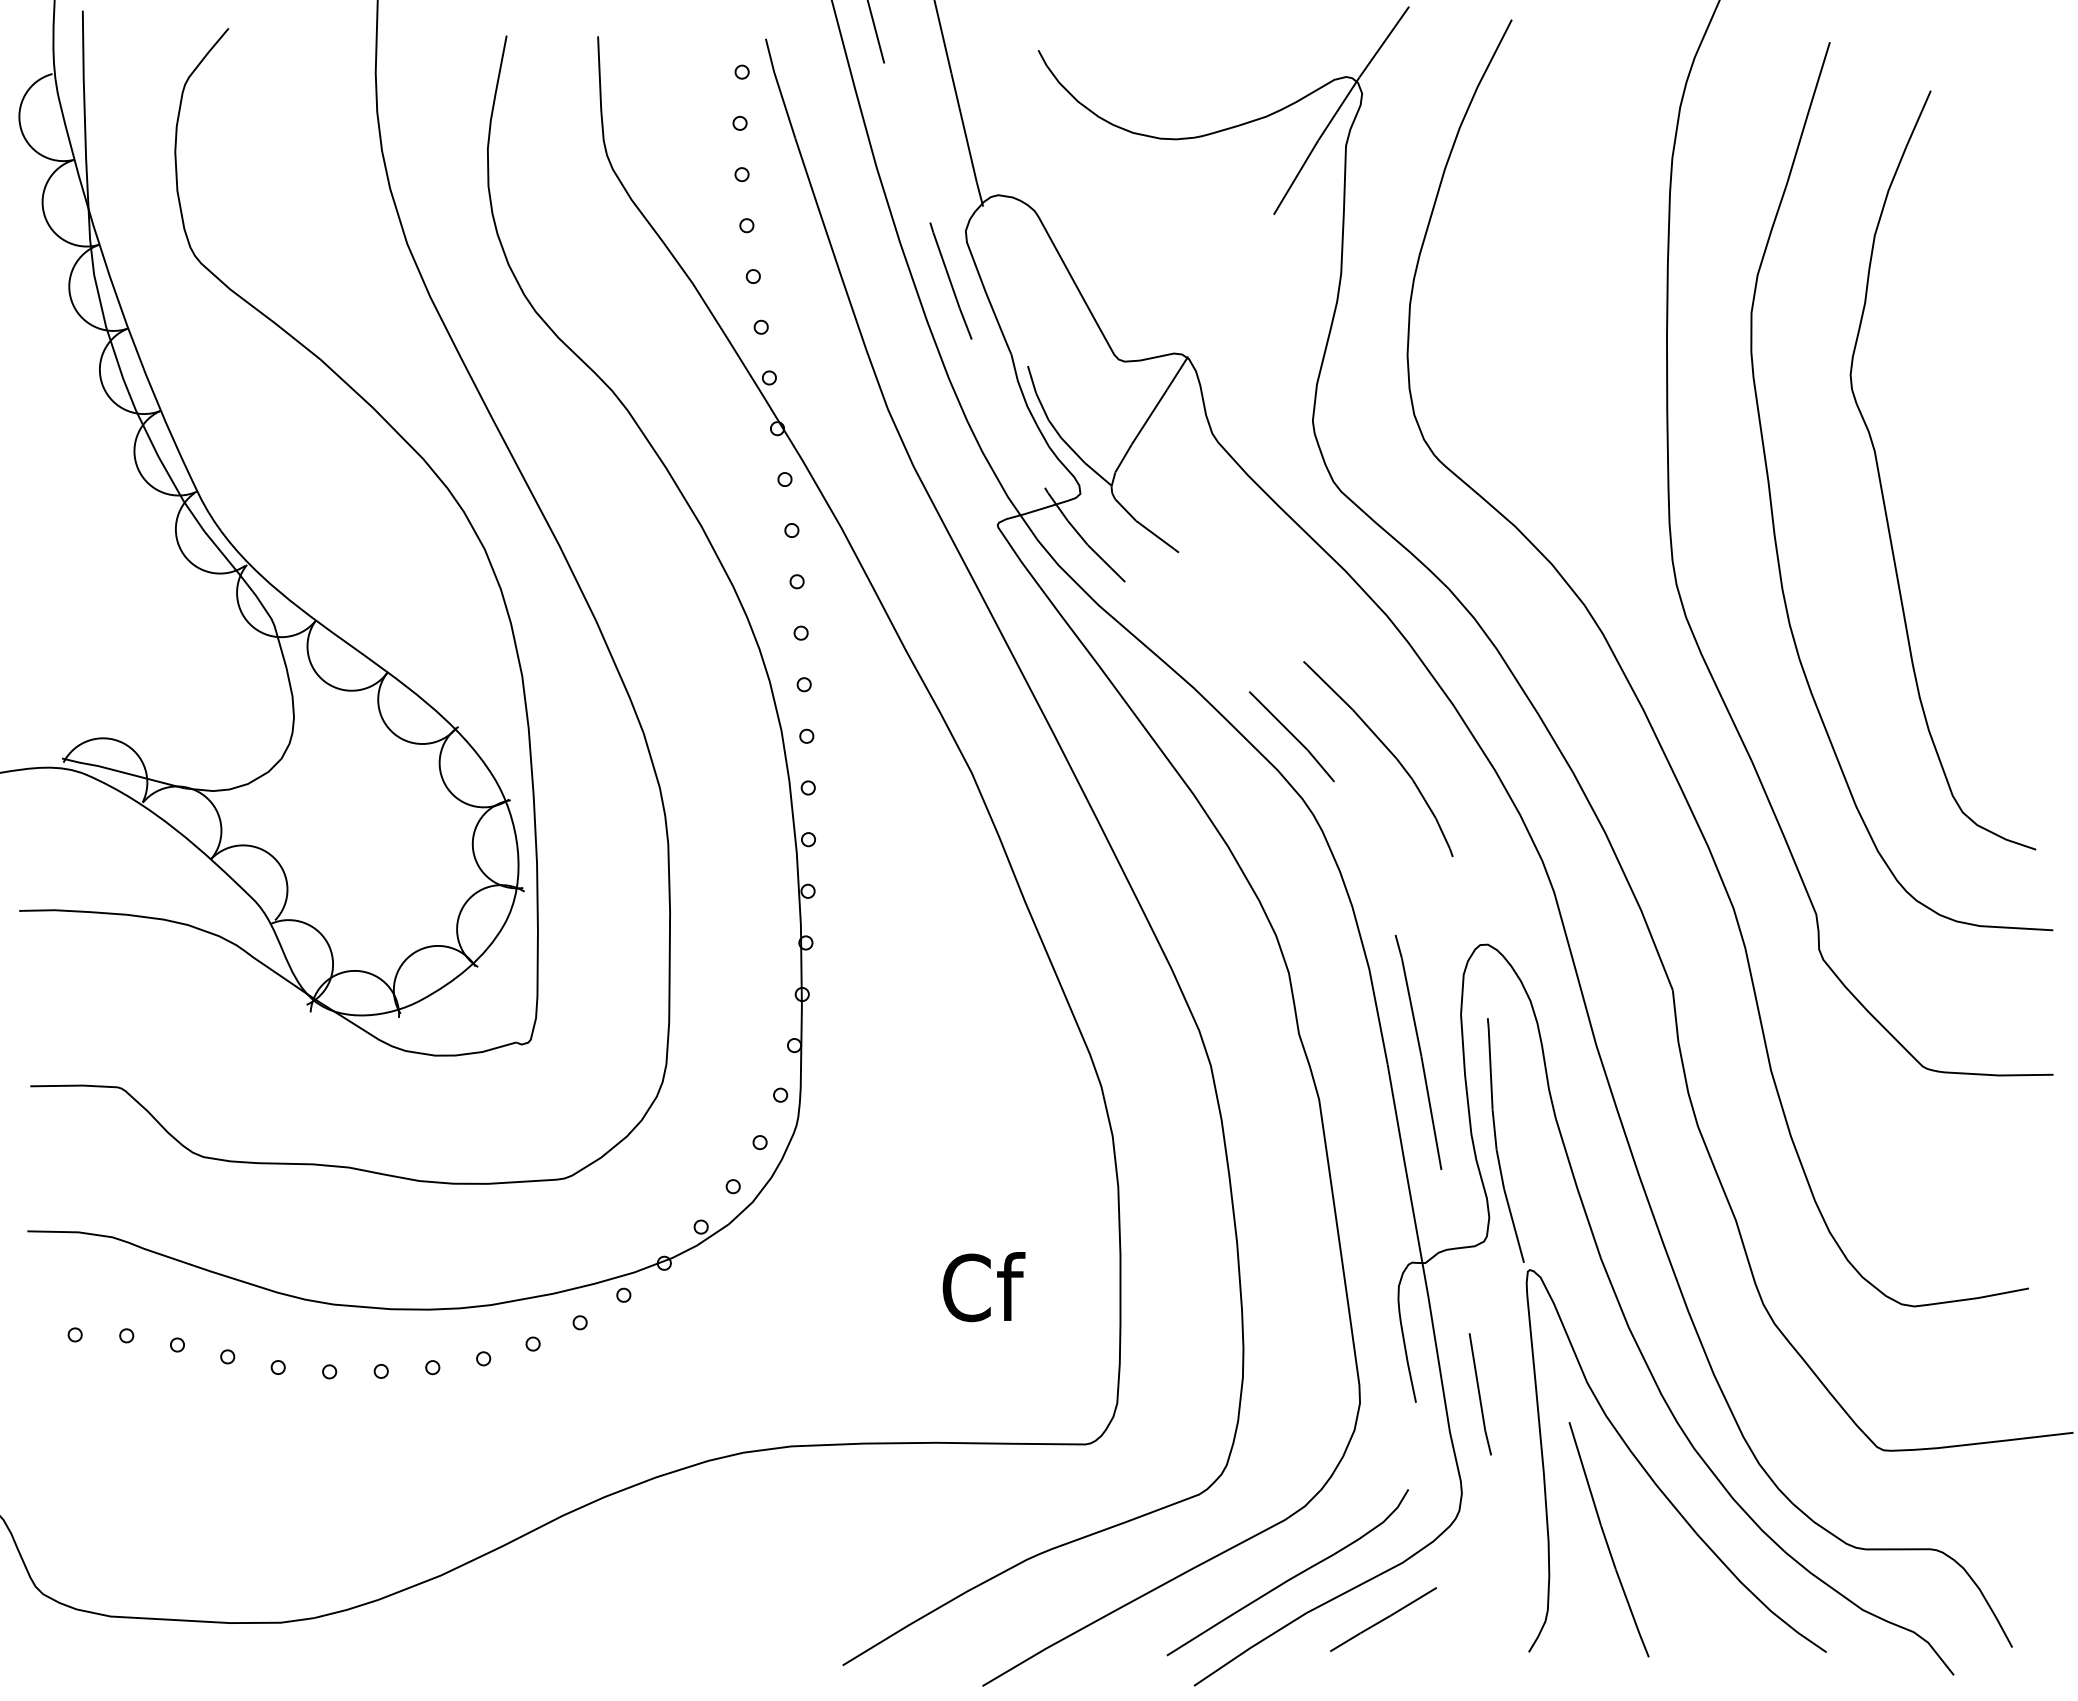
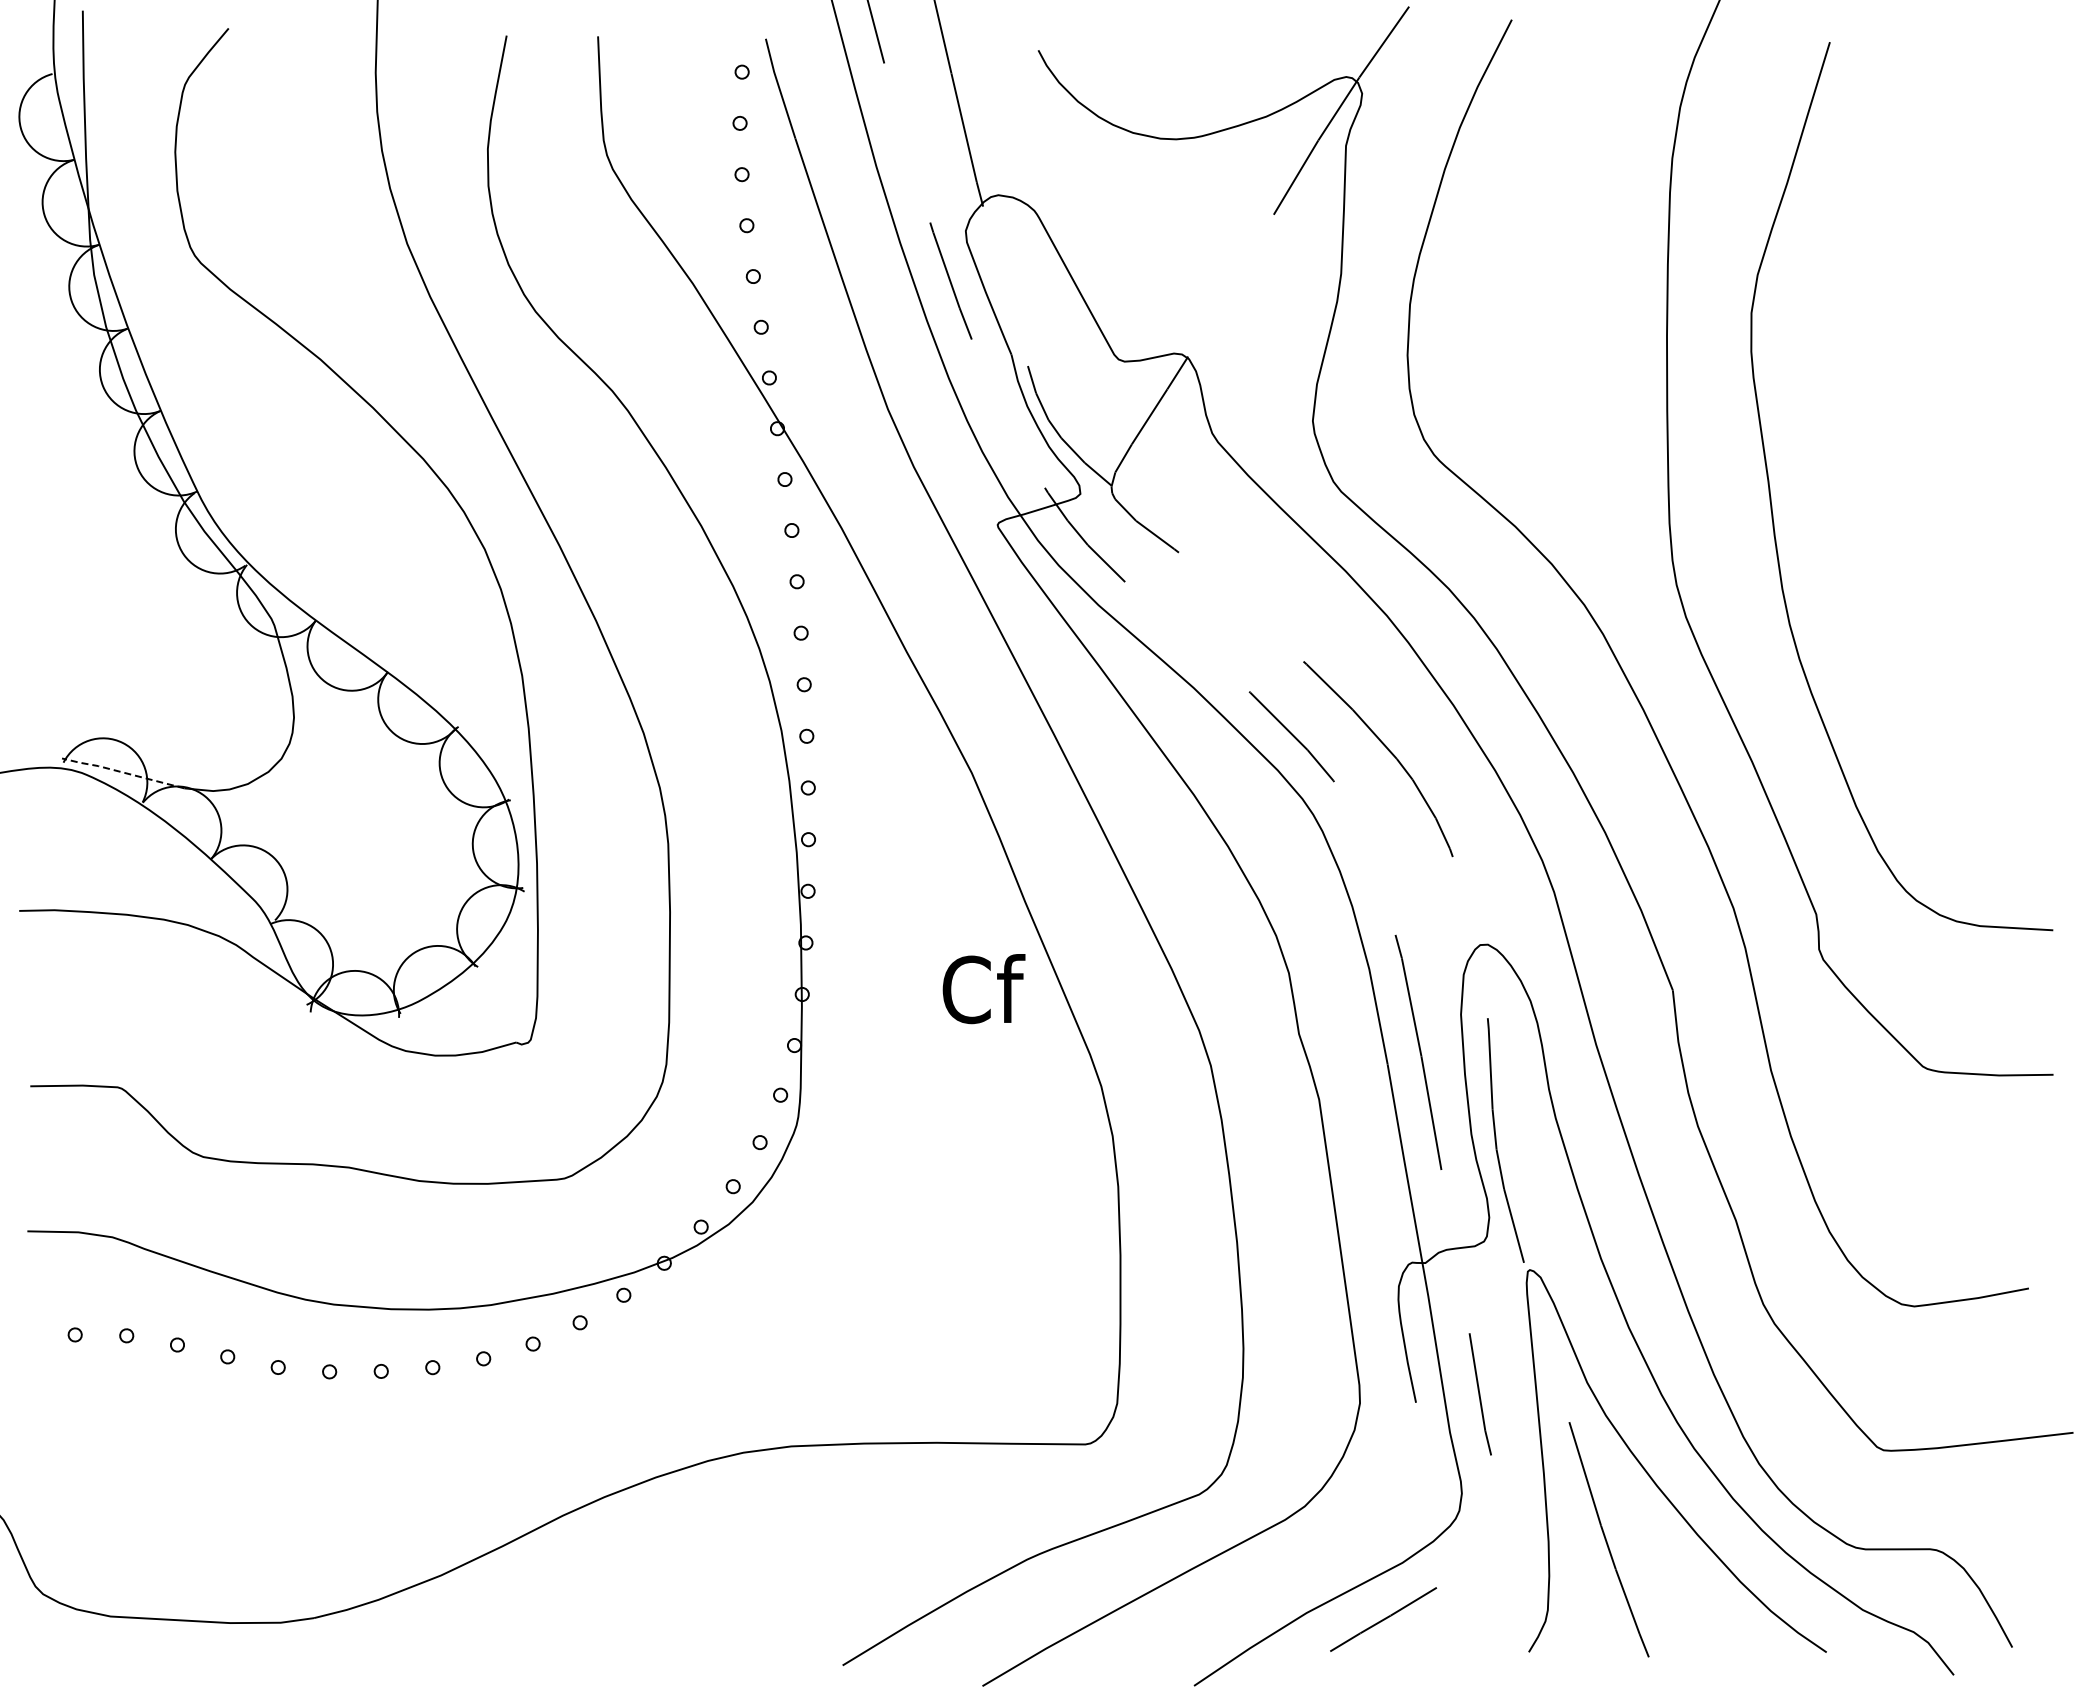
curve at (1881, 481): present -> none
line at (121, 772): solid -> dashed
text at (983, 1287) position: (983, 1287) -> (983, 989)
curve at (1289, 1578): present -> none
